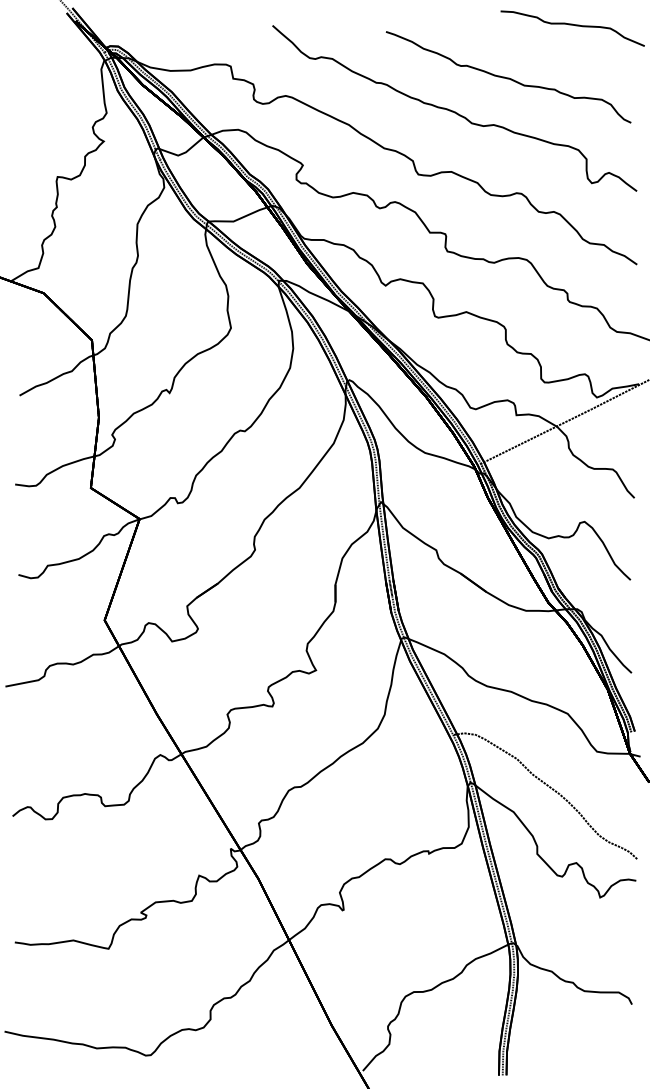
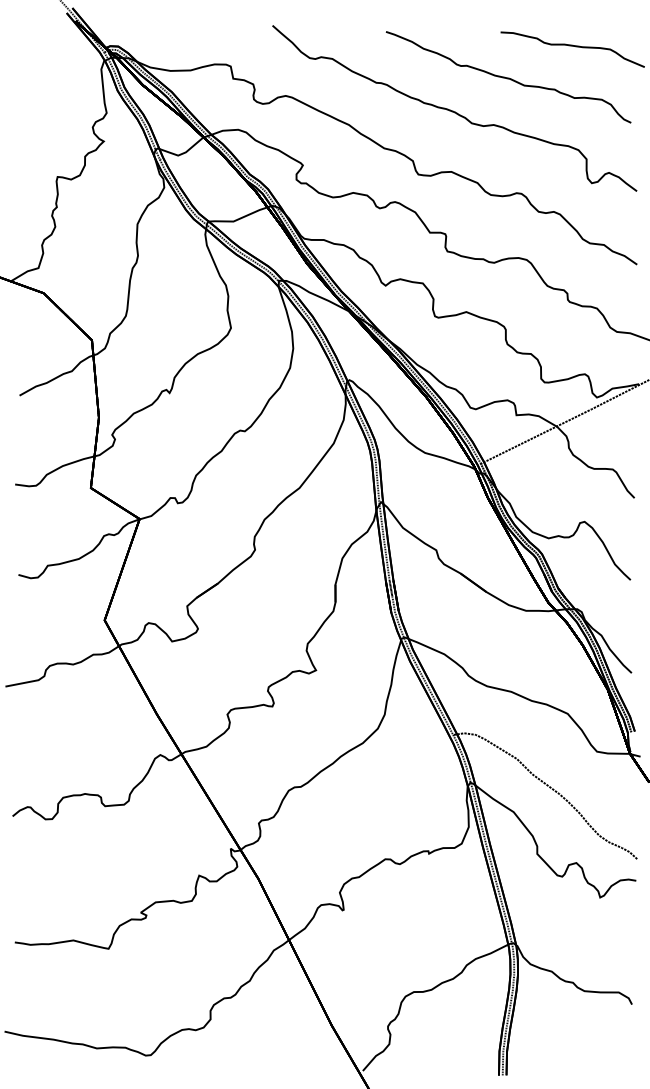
curve at (572, 25) position: (572, 25) -> (572, 46)
